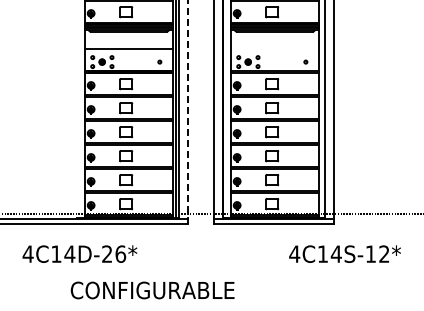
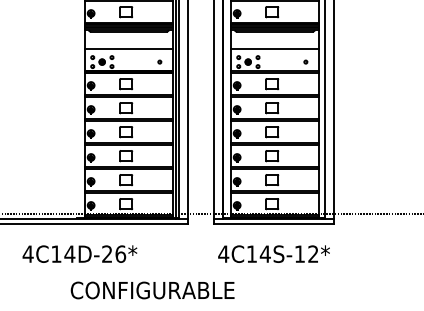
line at (274, 48): none -> present
line at (187, 112): dashed -> solid
text at (344, 253) position: (344, 253) -> (273, 253)
